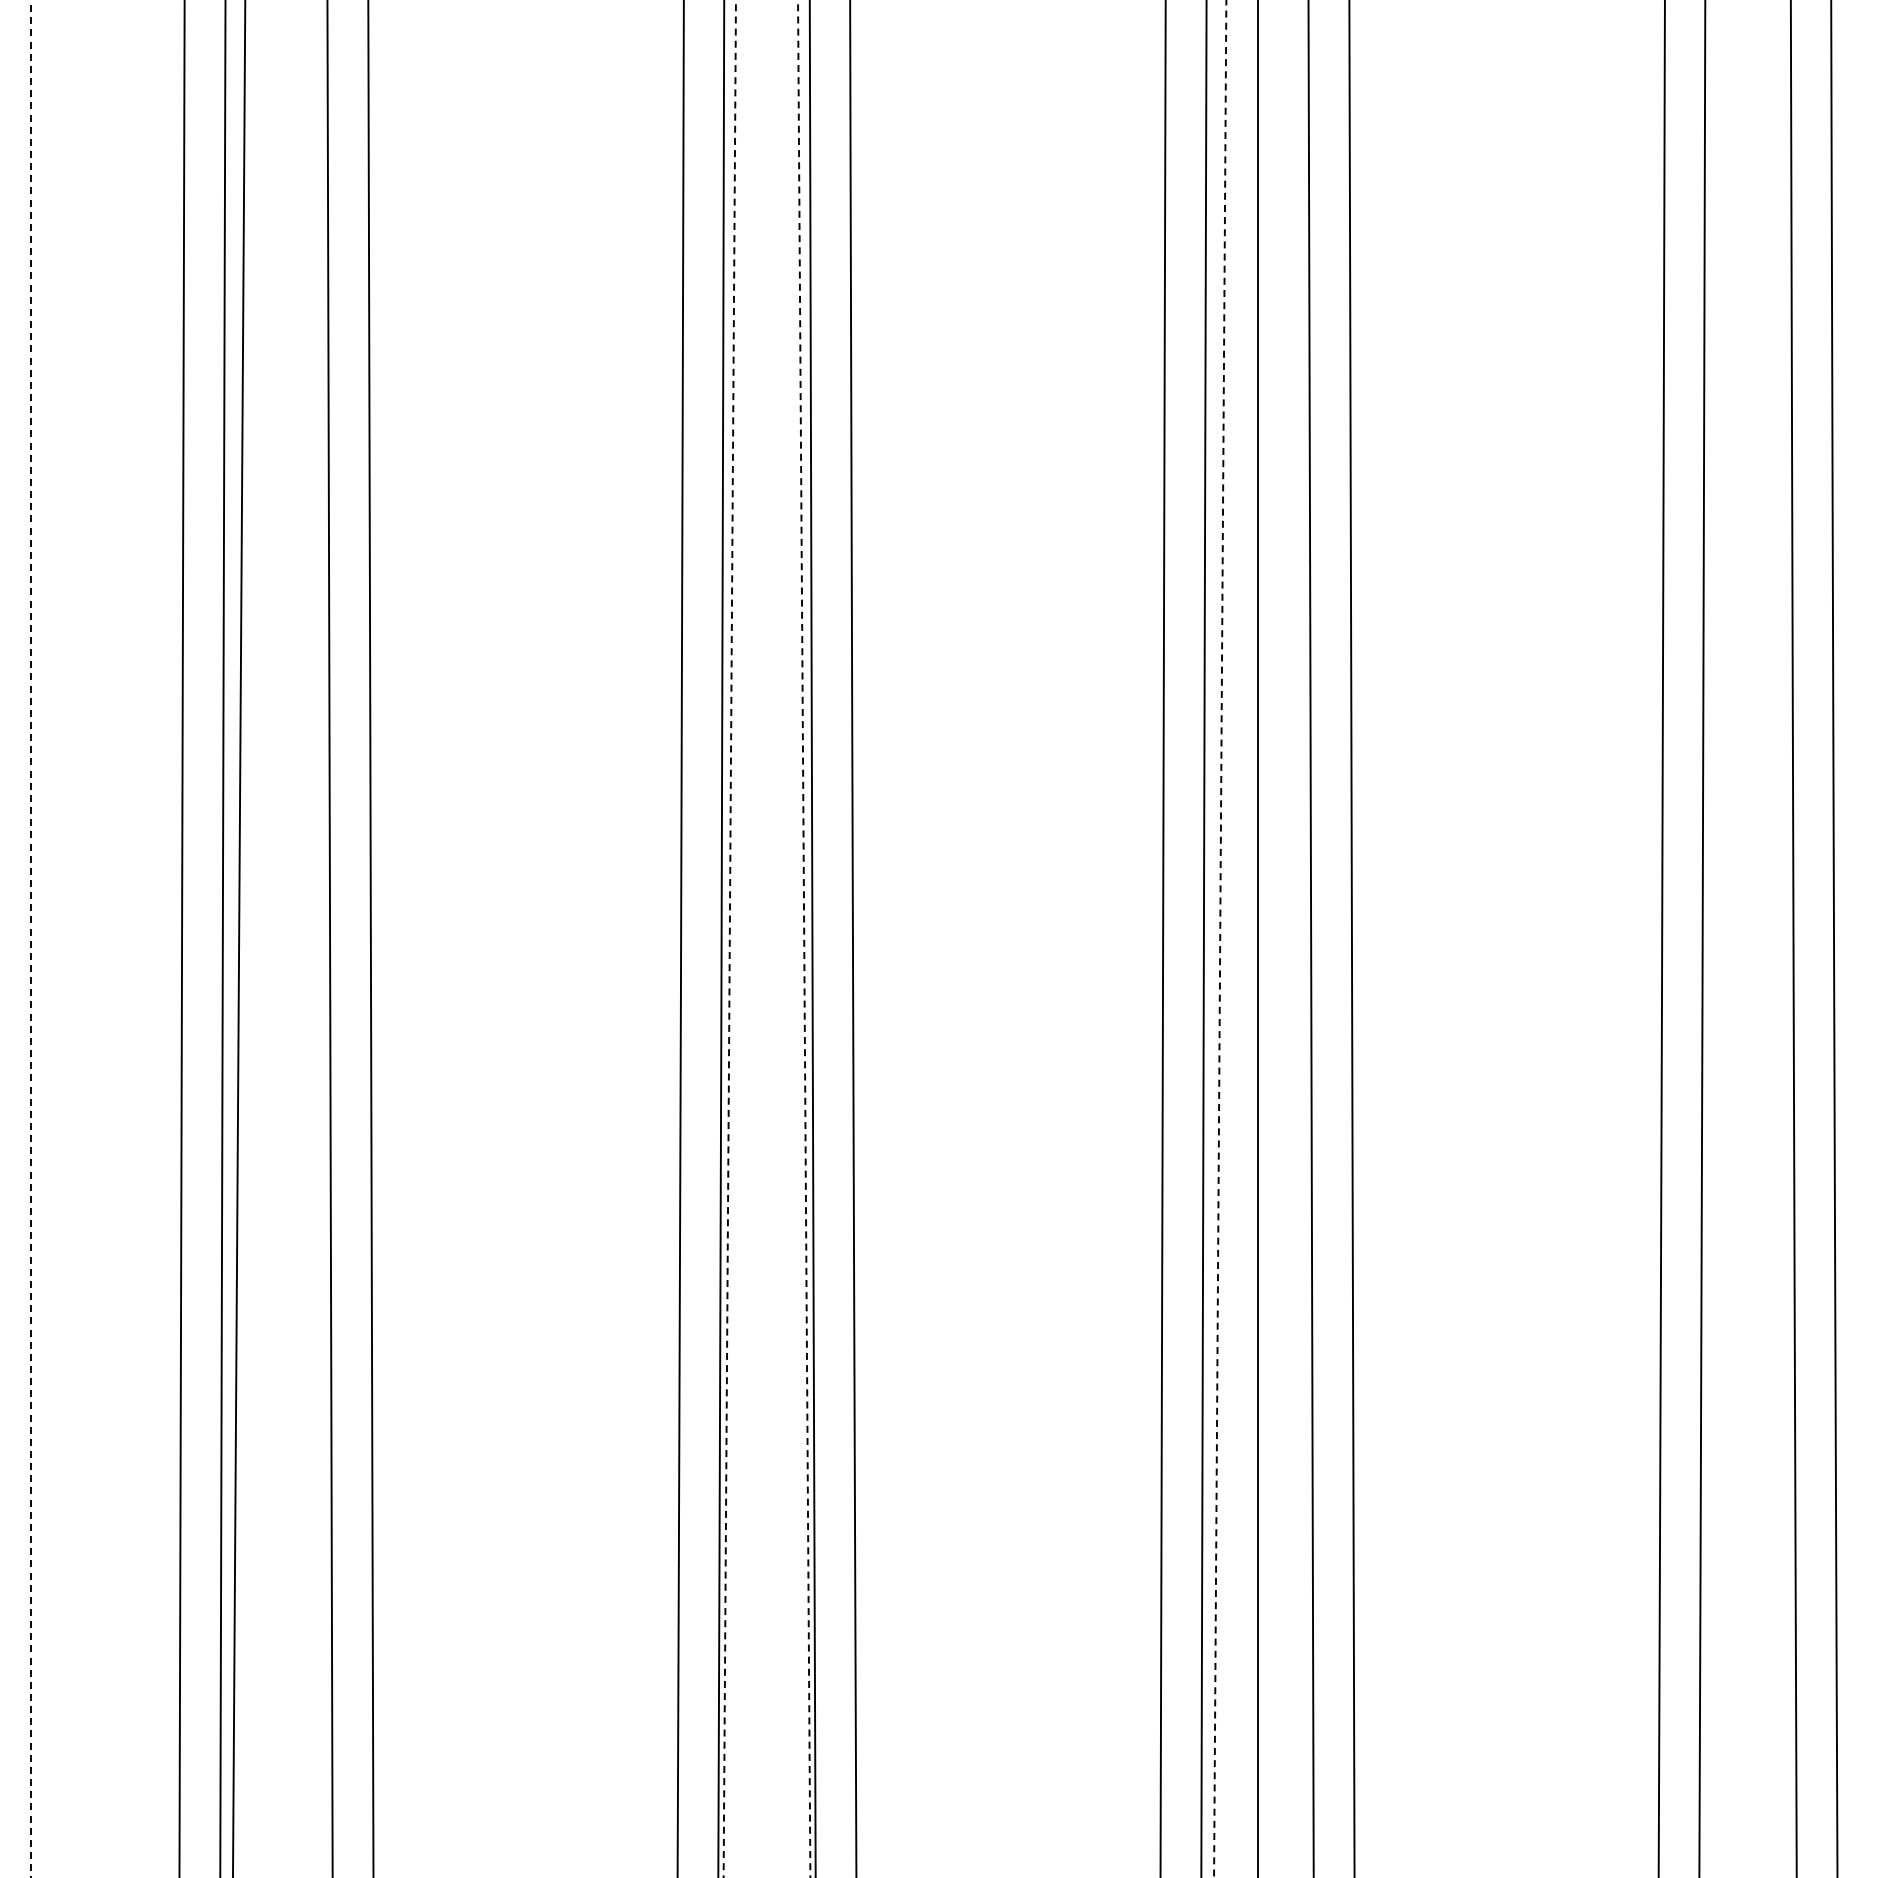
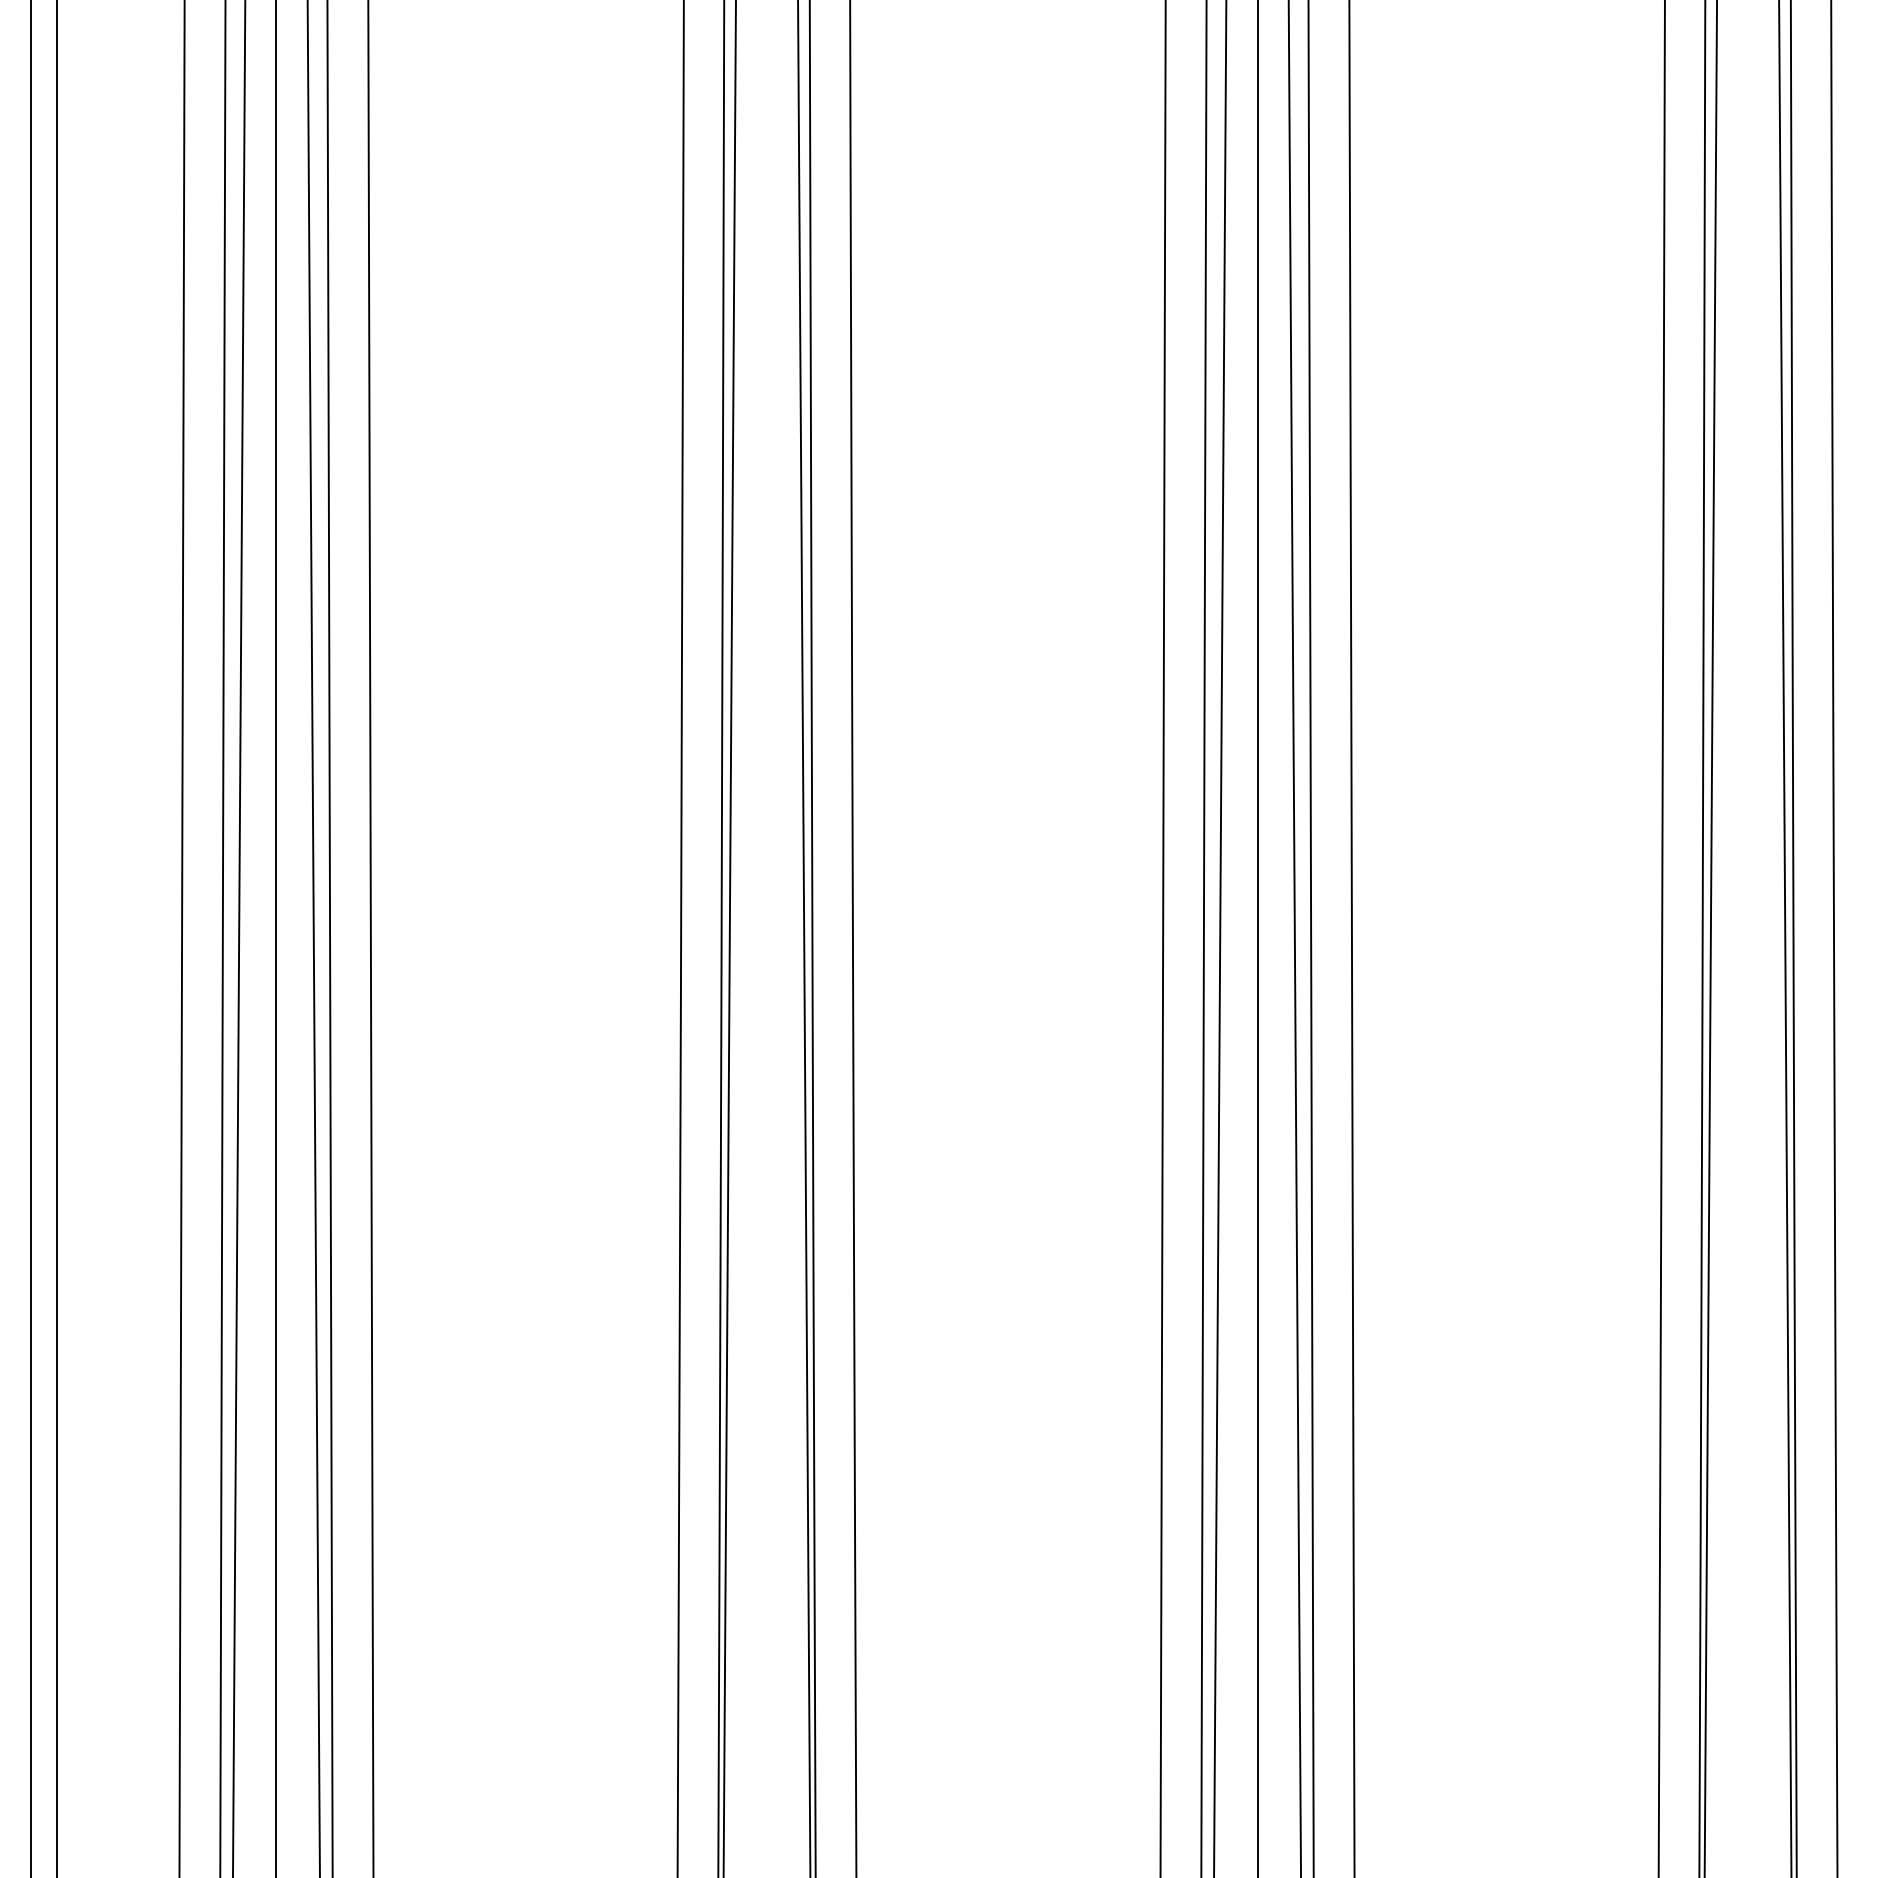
line at (56, 938): none -> present
line at (276, 938): none -> present
line at (313, 938): none -> present
line at (1294, 938): none -> present
line at (1710, 938): none -> present
line at (1785, 938): none -> present
line at (31, 939): dashed -> solid
line at (729, 939): dashed -> solid
line at (804, 939): dashed -> solid
line at (1220, 939): dashed -> solid
